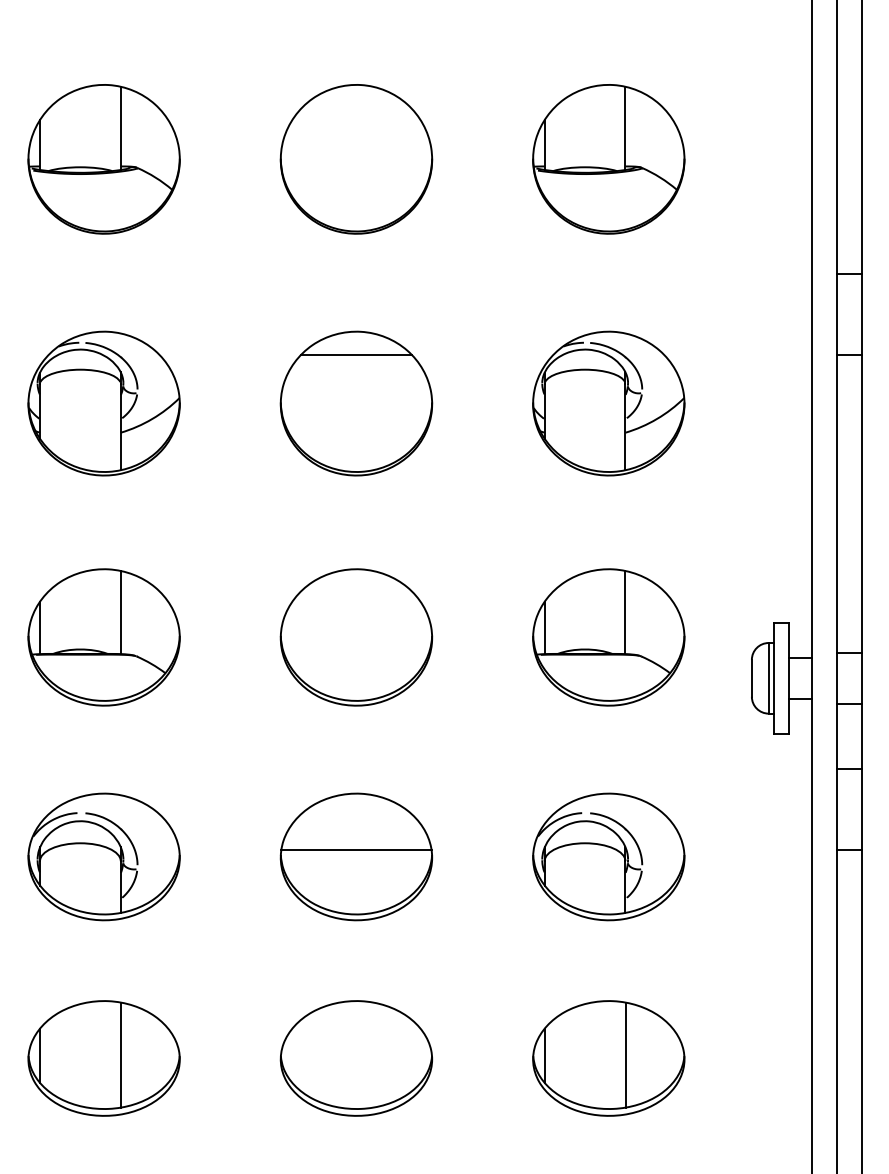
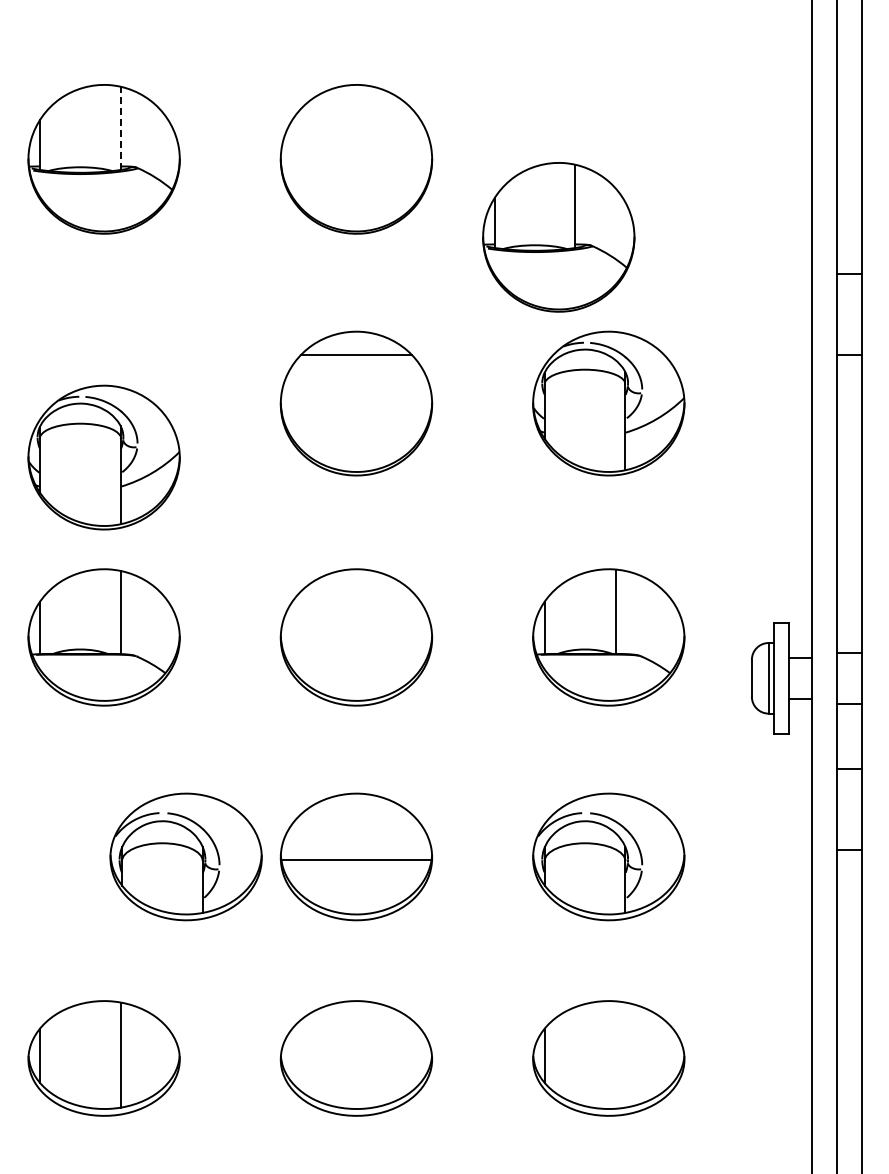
line at (120, 128): solid -> dashed
part at (608, 159) position: (608, 159) -> (558, 237)
part at (103, 403) position: (103, 403) -> (103, 457)
line at (625, 612) position: (625, 612) -> (616, 612)
line at (356, 849) position: (356, 849) -> (356, 859)
part at (103, 856) position: (103, 856) -> (185, 856)
line at (625, 1054): present -> none
